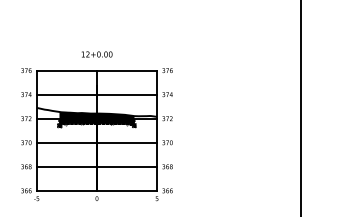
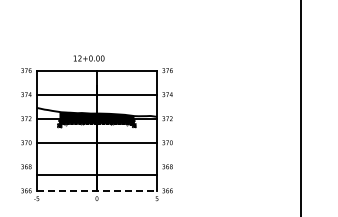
text at (96, 54) position: (96, 54) -> (88, 58)
line at (96, 167) position: (96, 167) -> (96, 175)
line at (97, 191): solid -> dashed
